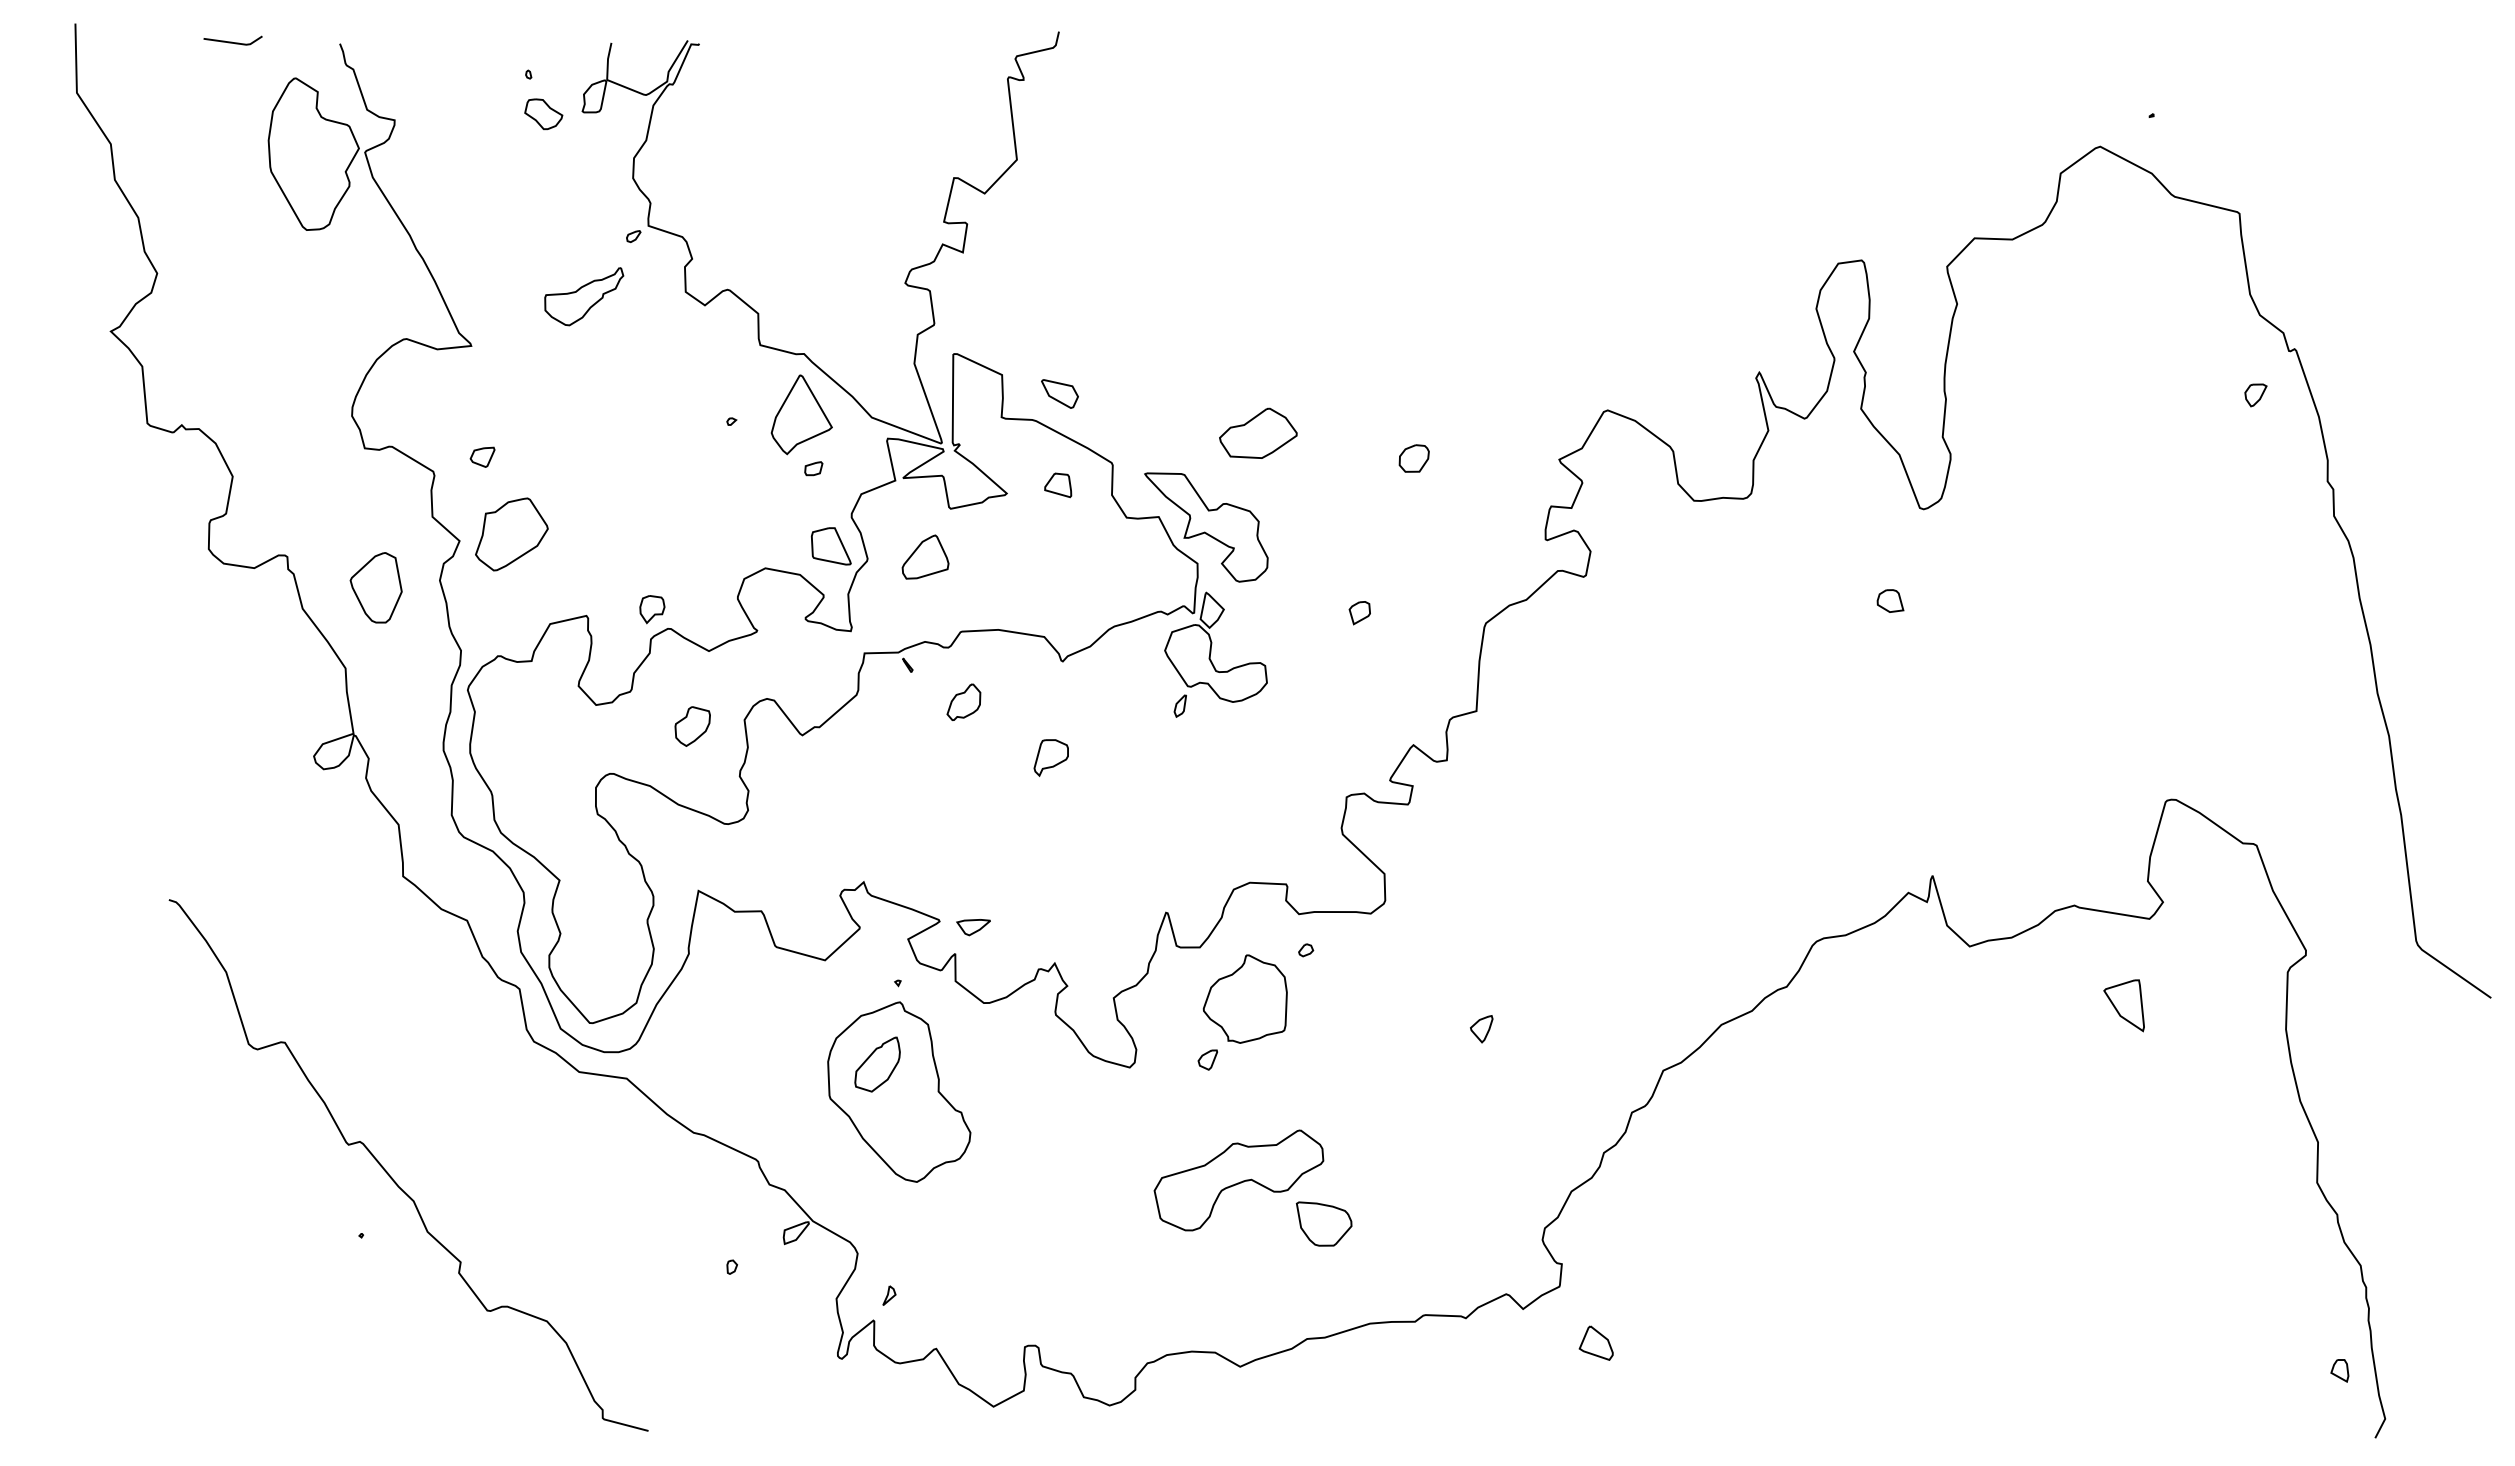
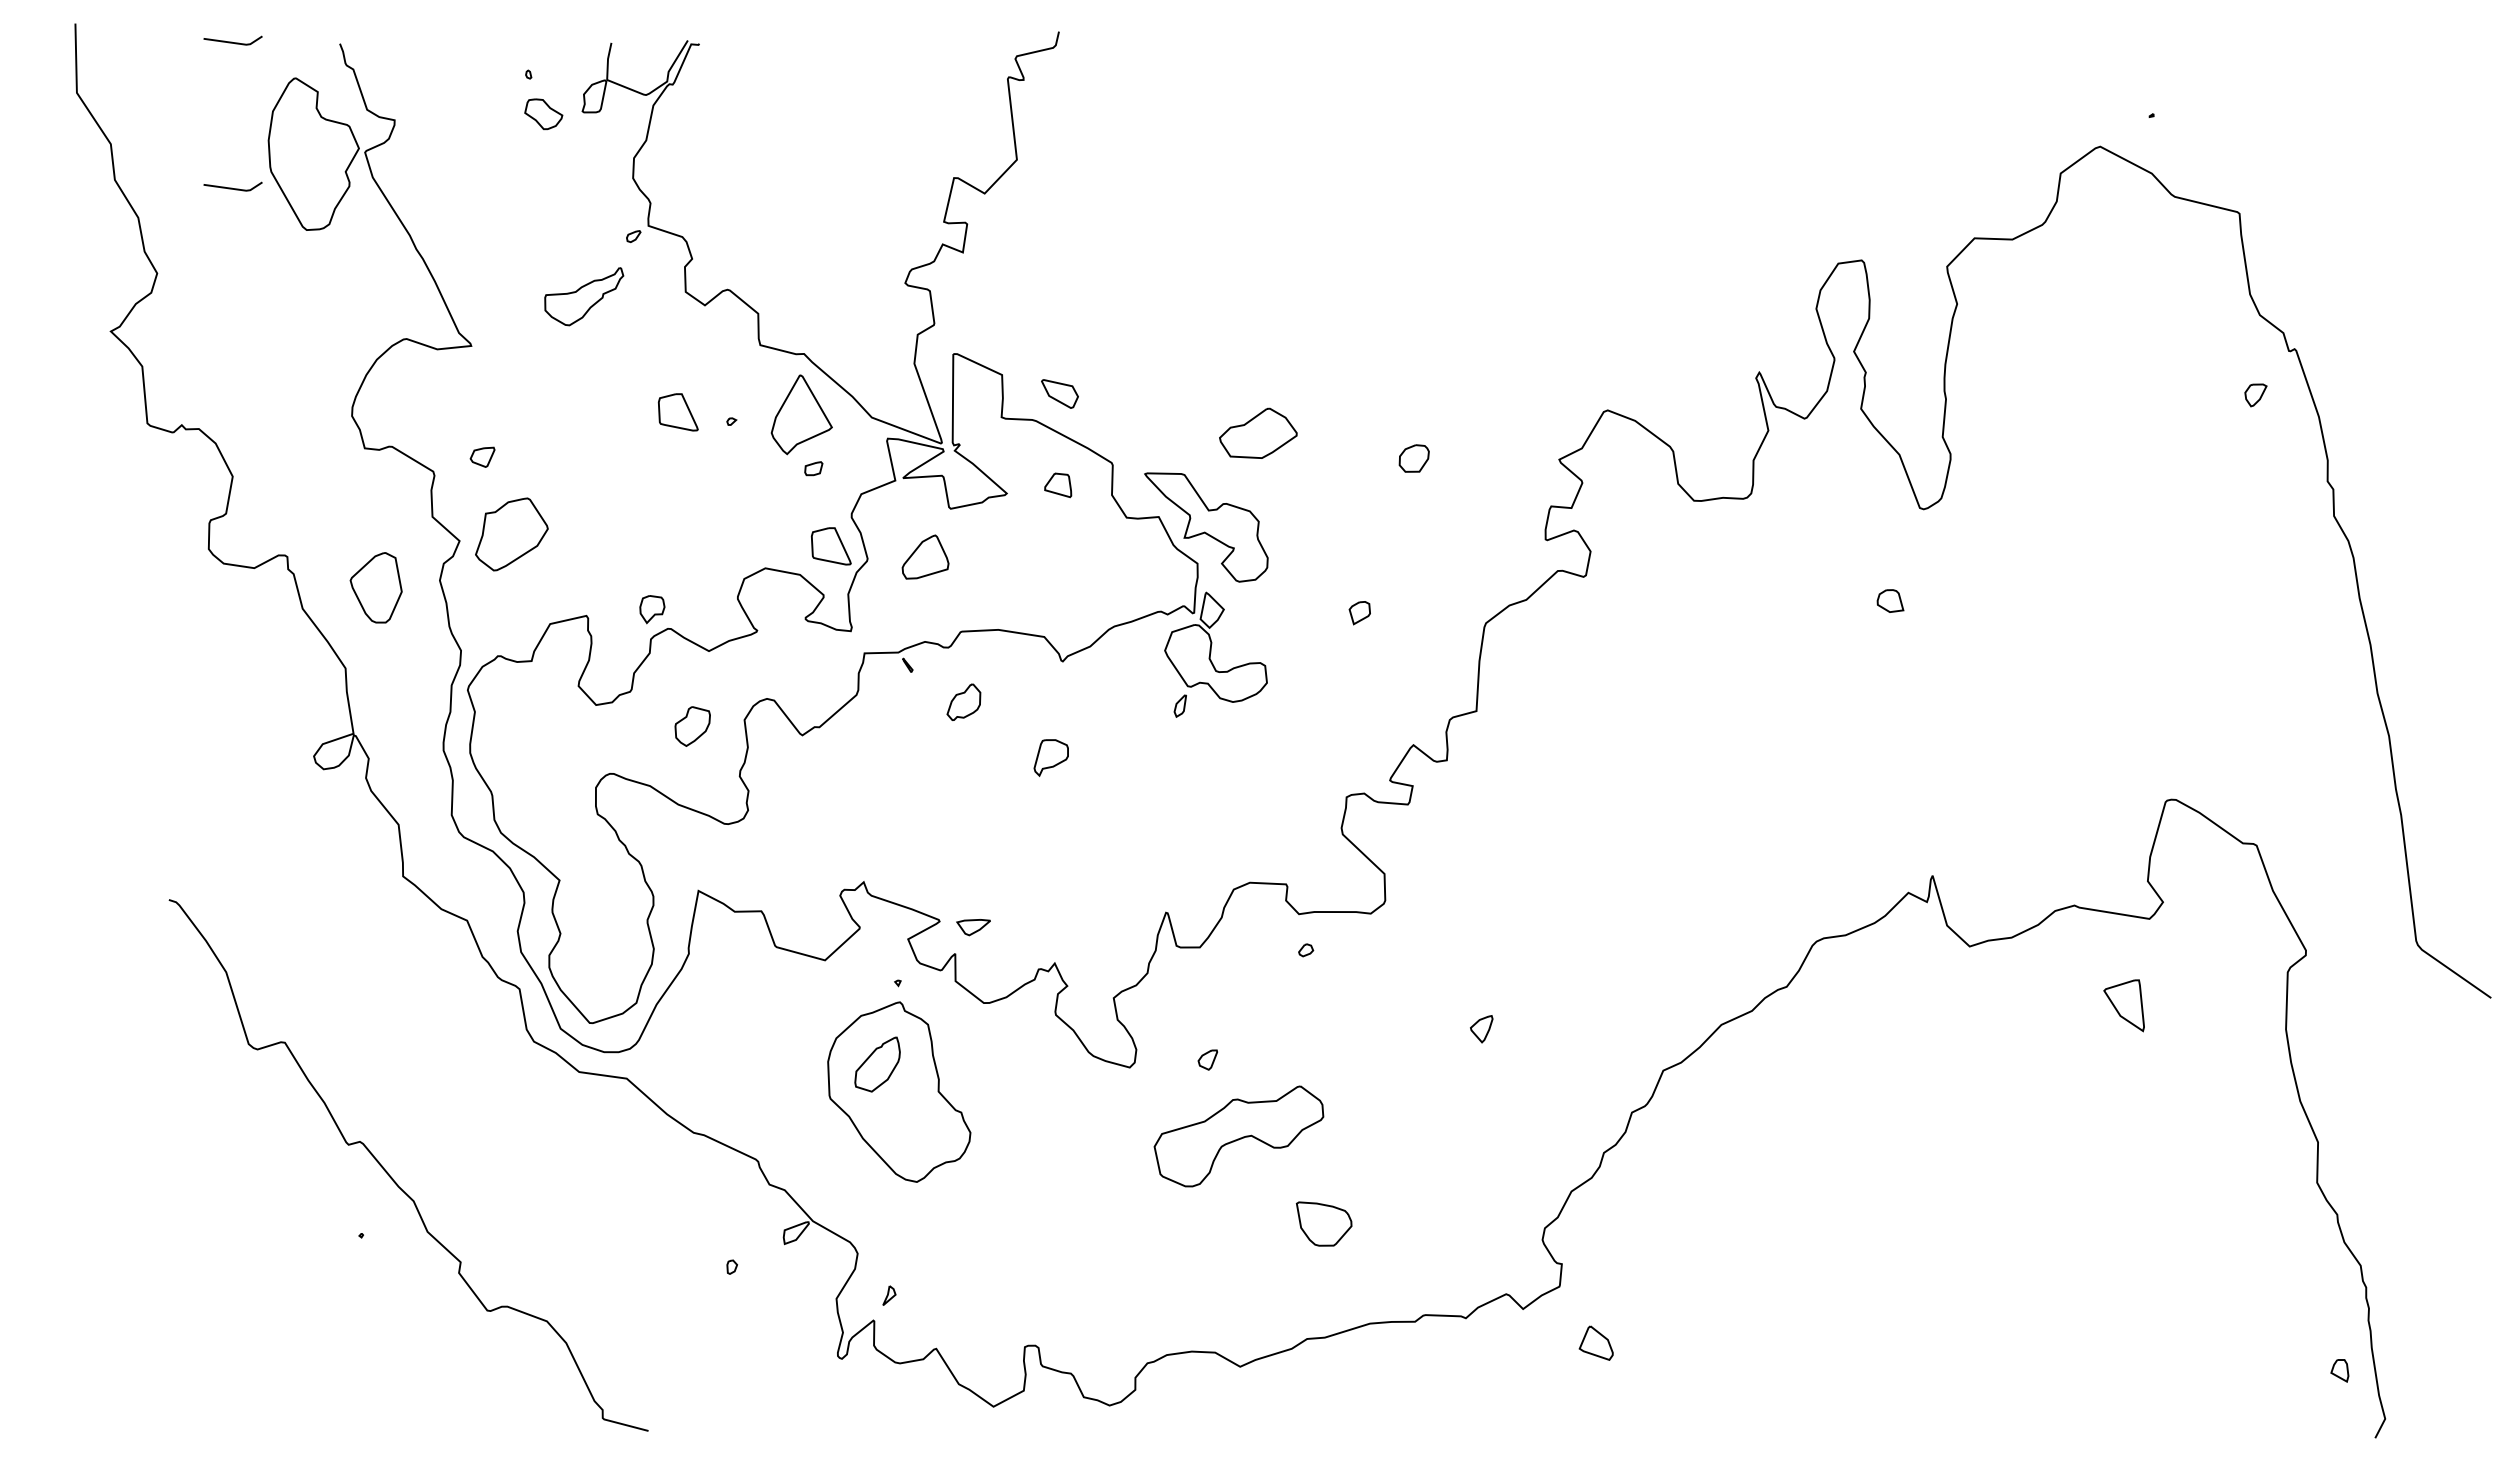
line at (232, 187): none -> present
part at (677, 412): none -> present
part at (1244, 998): present -> none
part at (1238, 1180) position: (1238, 1180) -> (1238, 1136)
